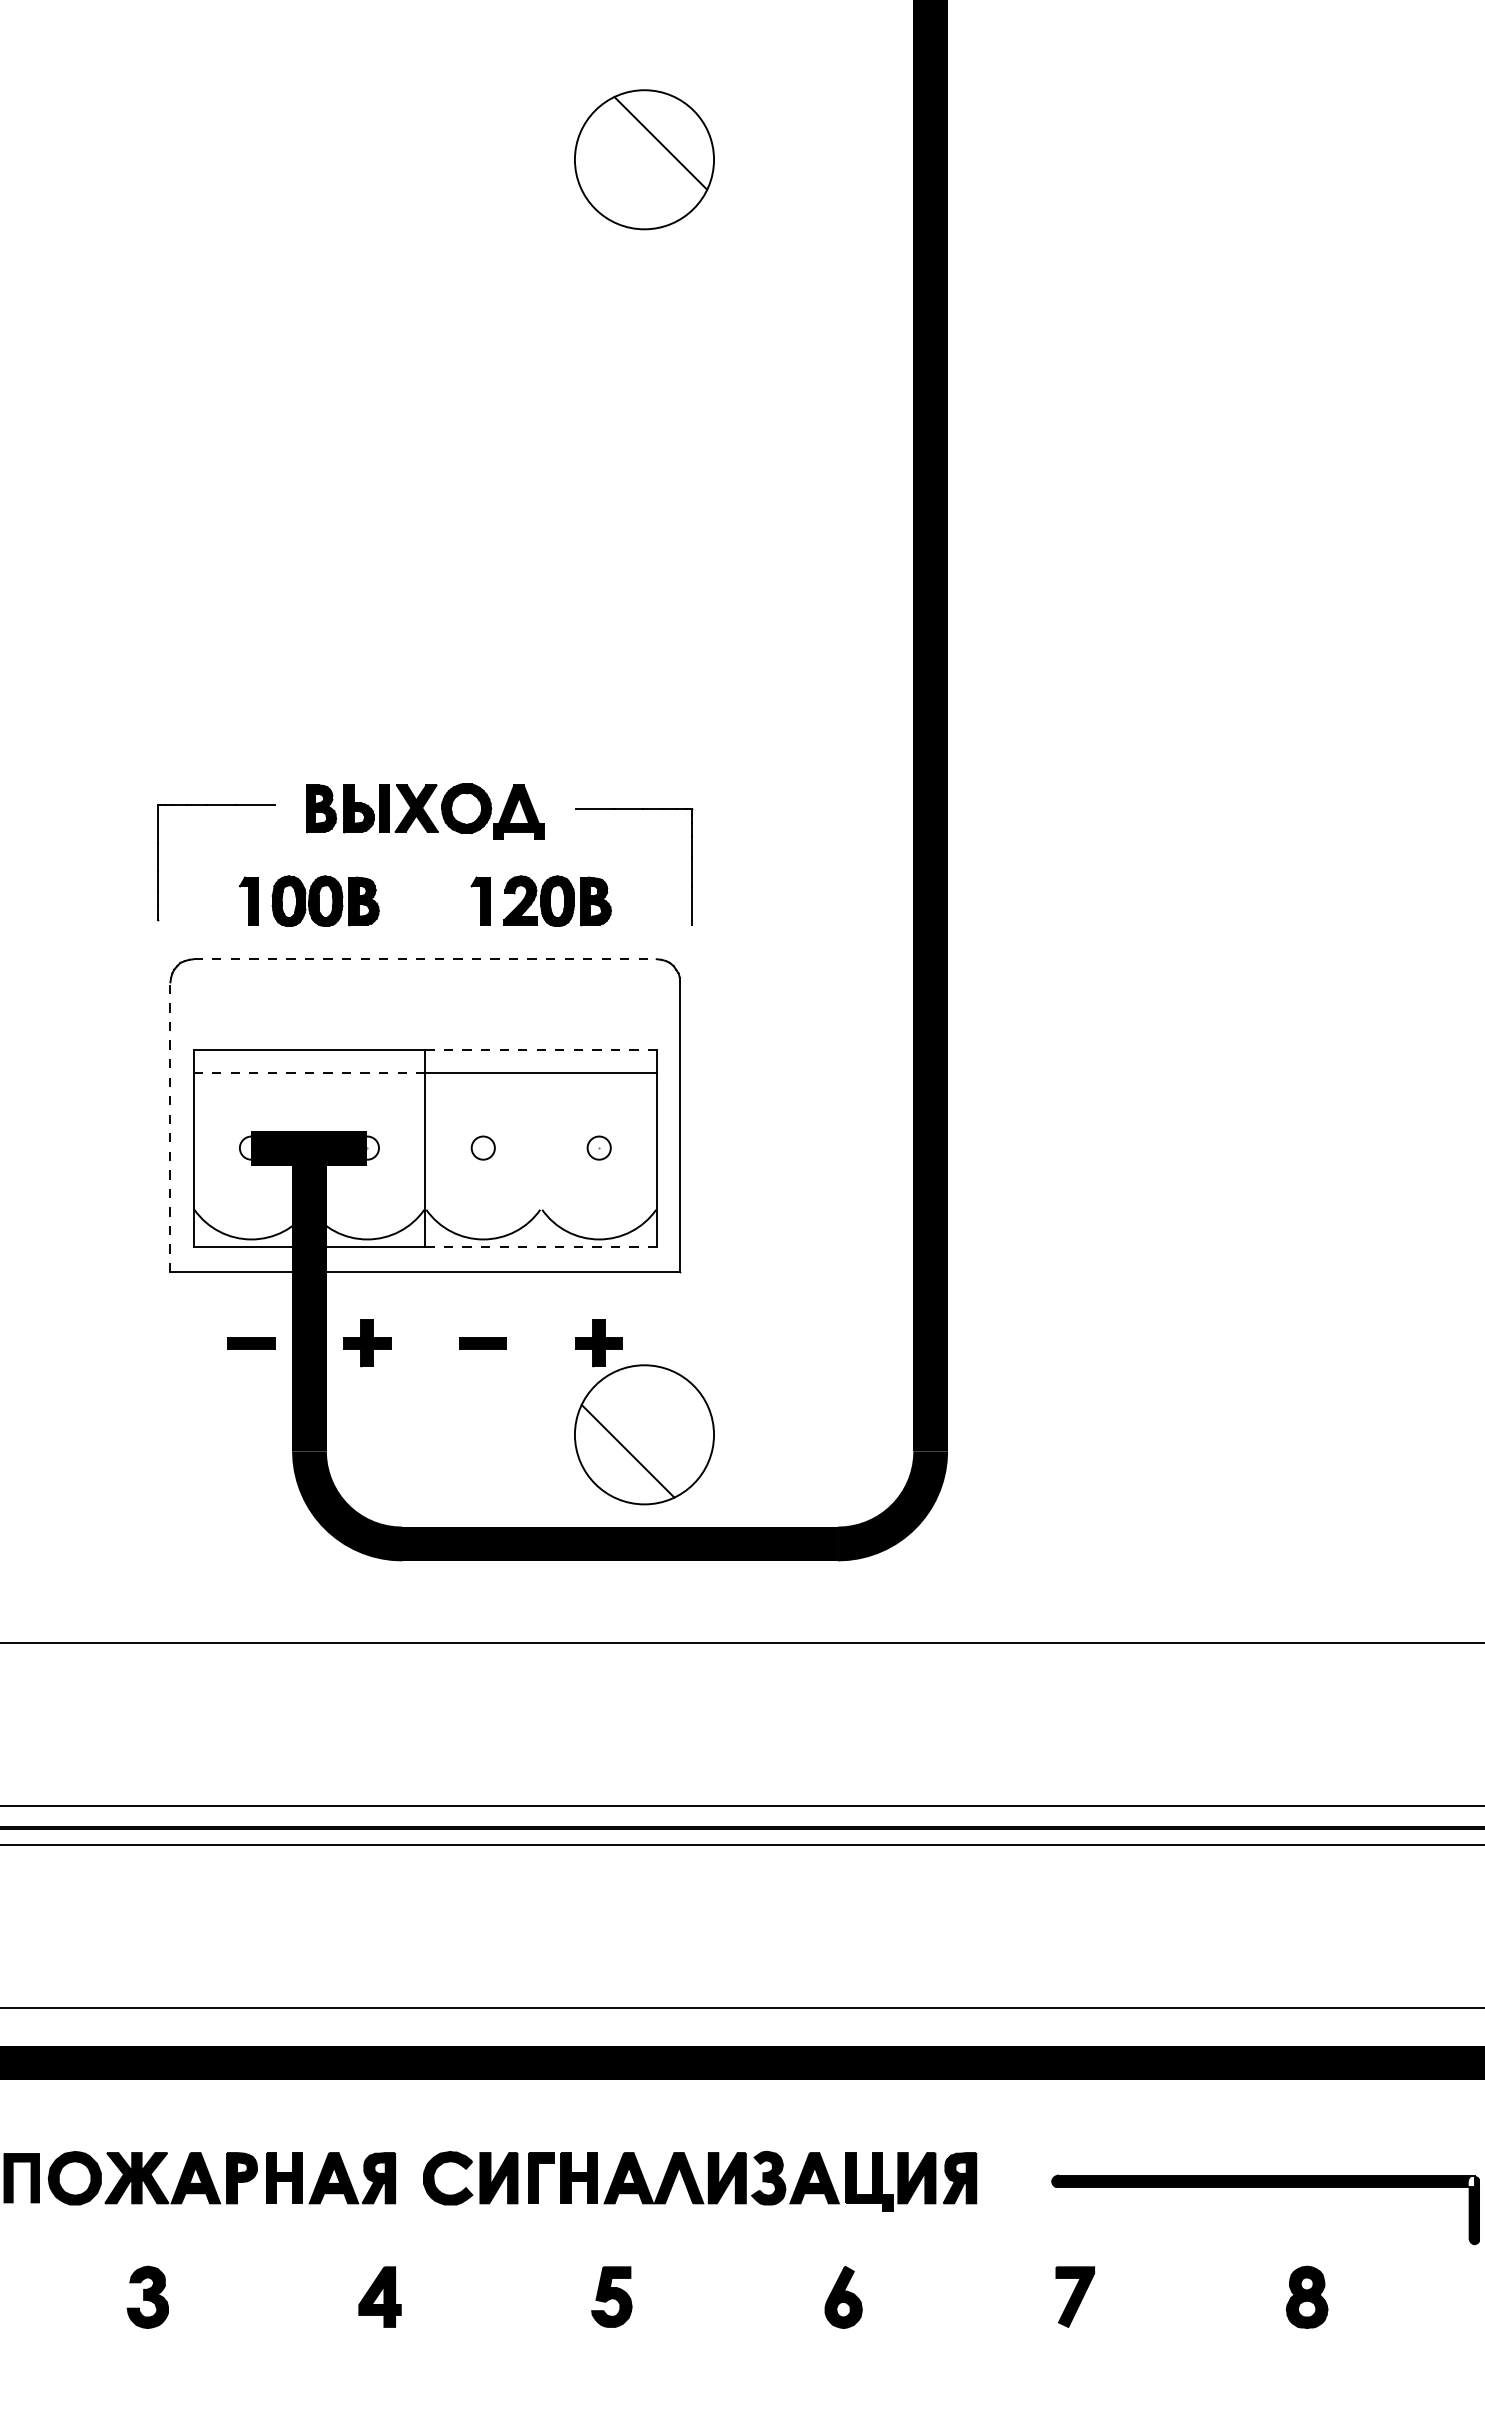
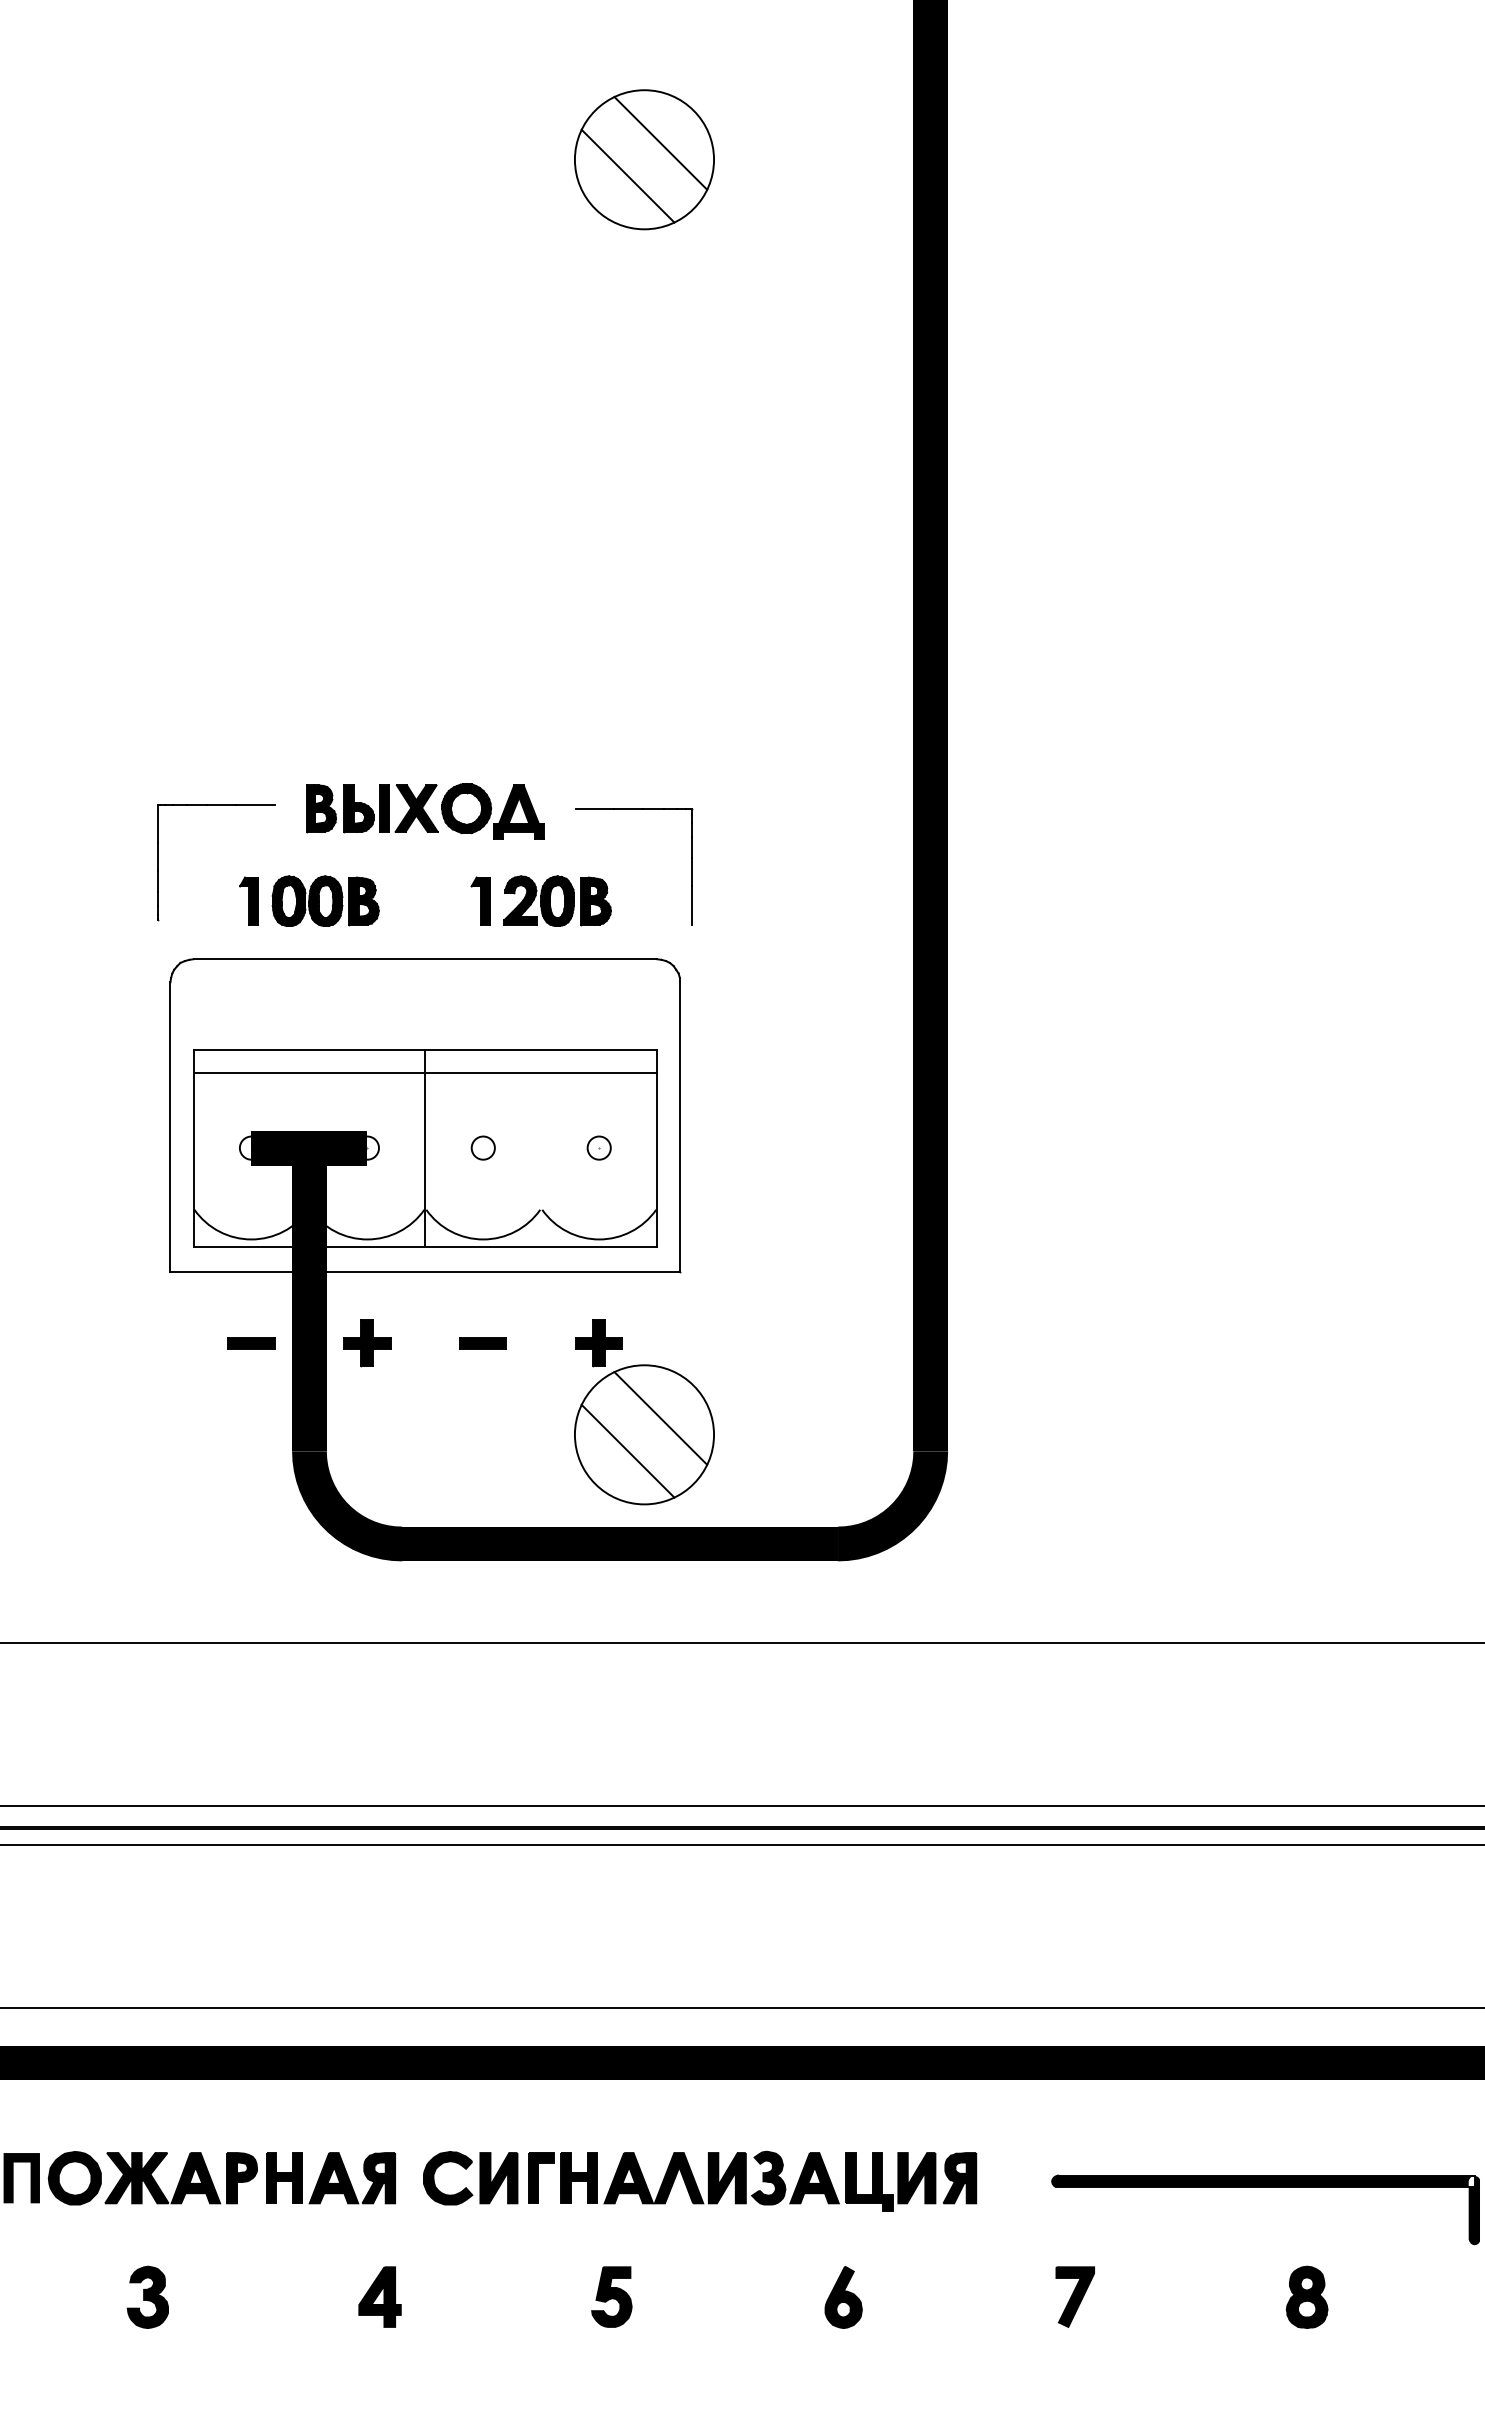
line at (627, 175): none -> present
line at (425, 959): dashed -> solid
line at (541, 1049): dashed -> solid
line at (309, 1072): dashed -> solid
line at (170, 1127): dashed -> solid
line at (541, 1246): dashed -> solid
line at (660, 1418): none -> present
